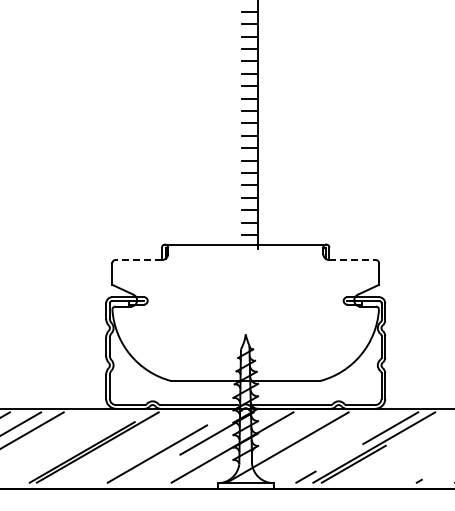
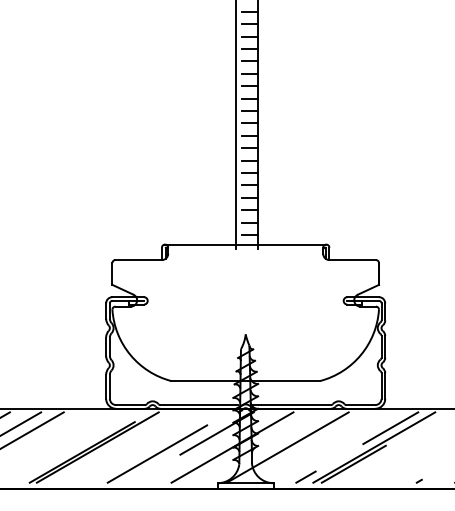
line at (235, 125): none -> present
line at (138, 260): dashed -> solid
line at (353, 260): dashed -> solid
